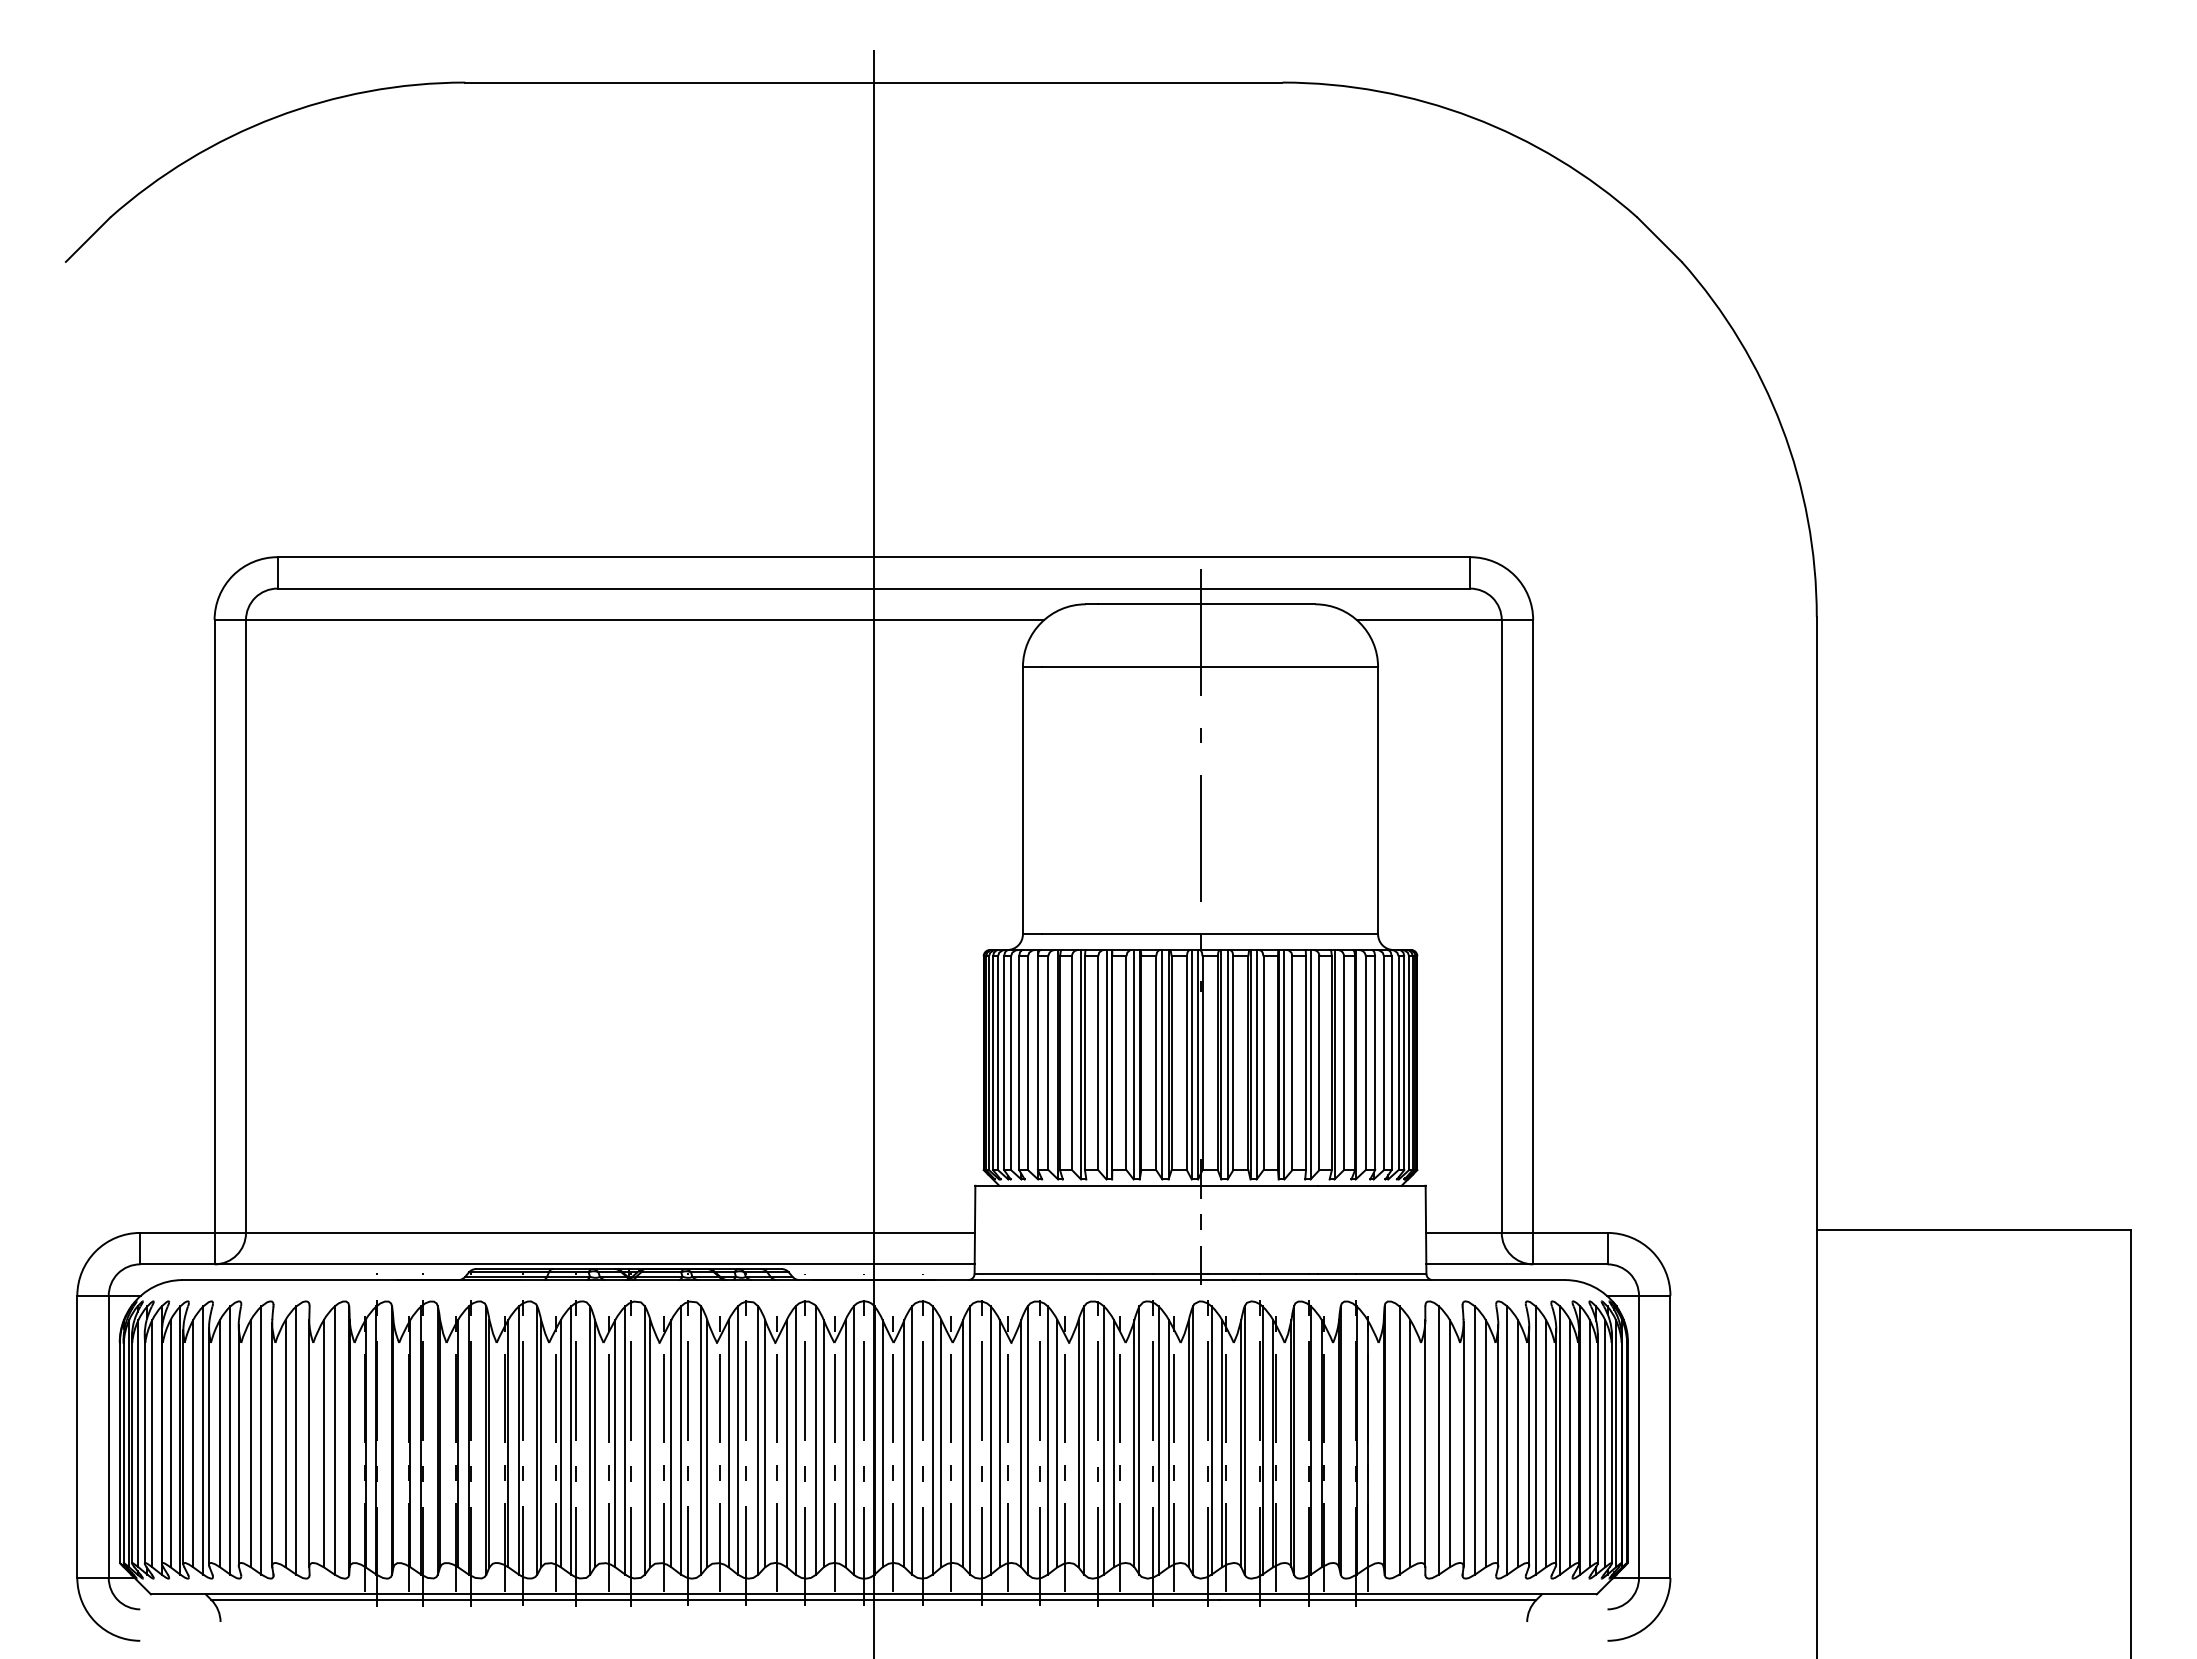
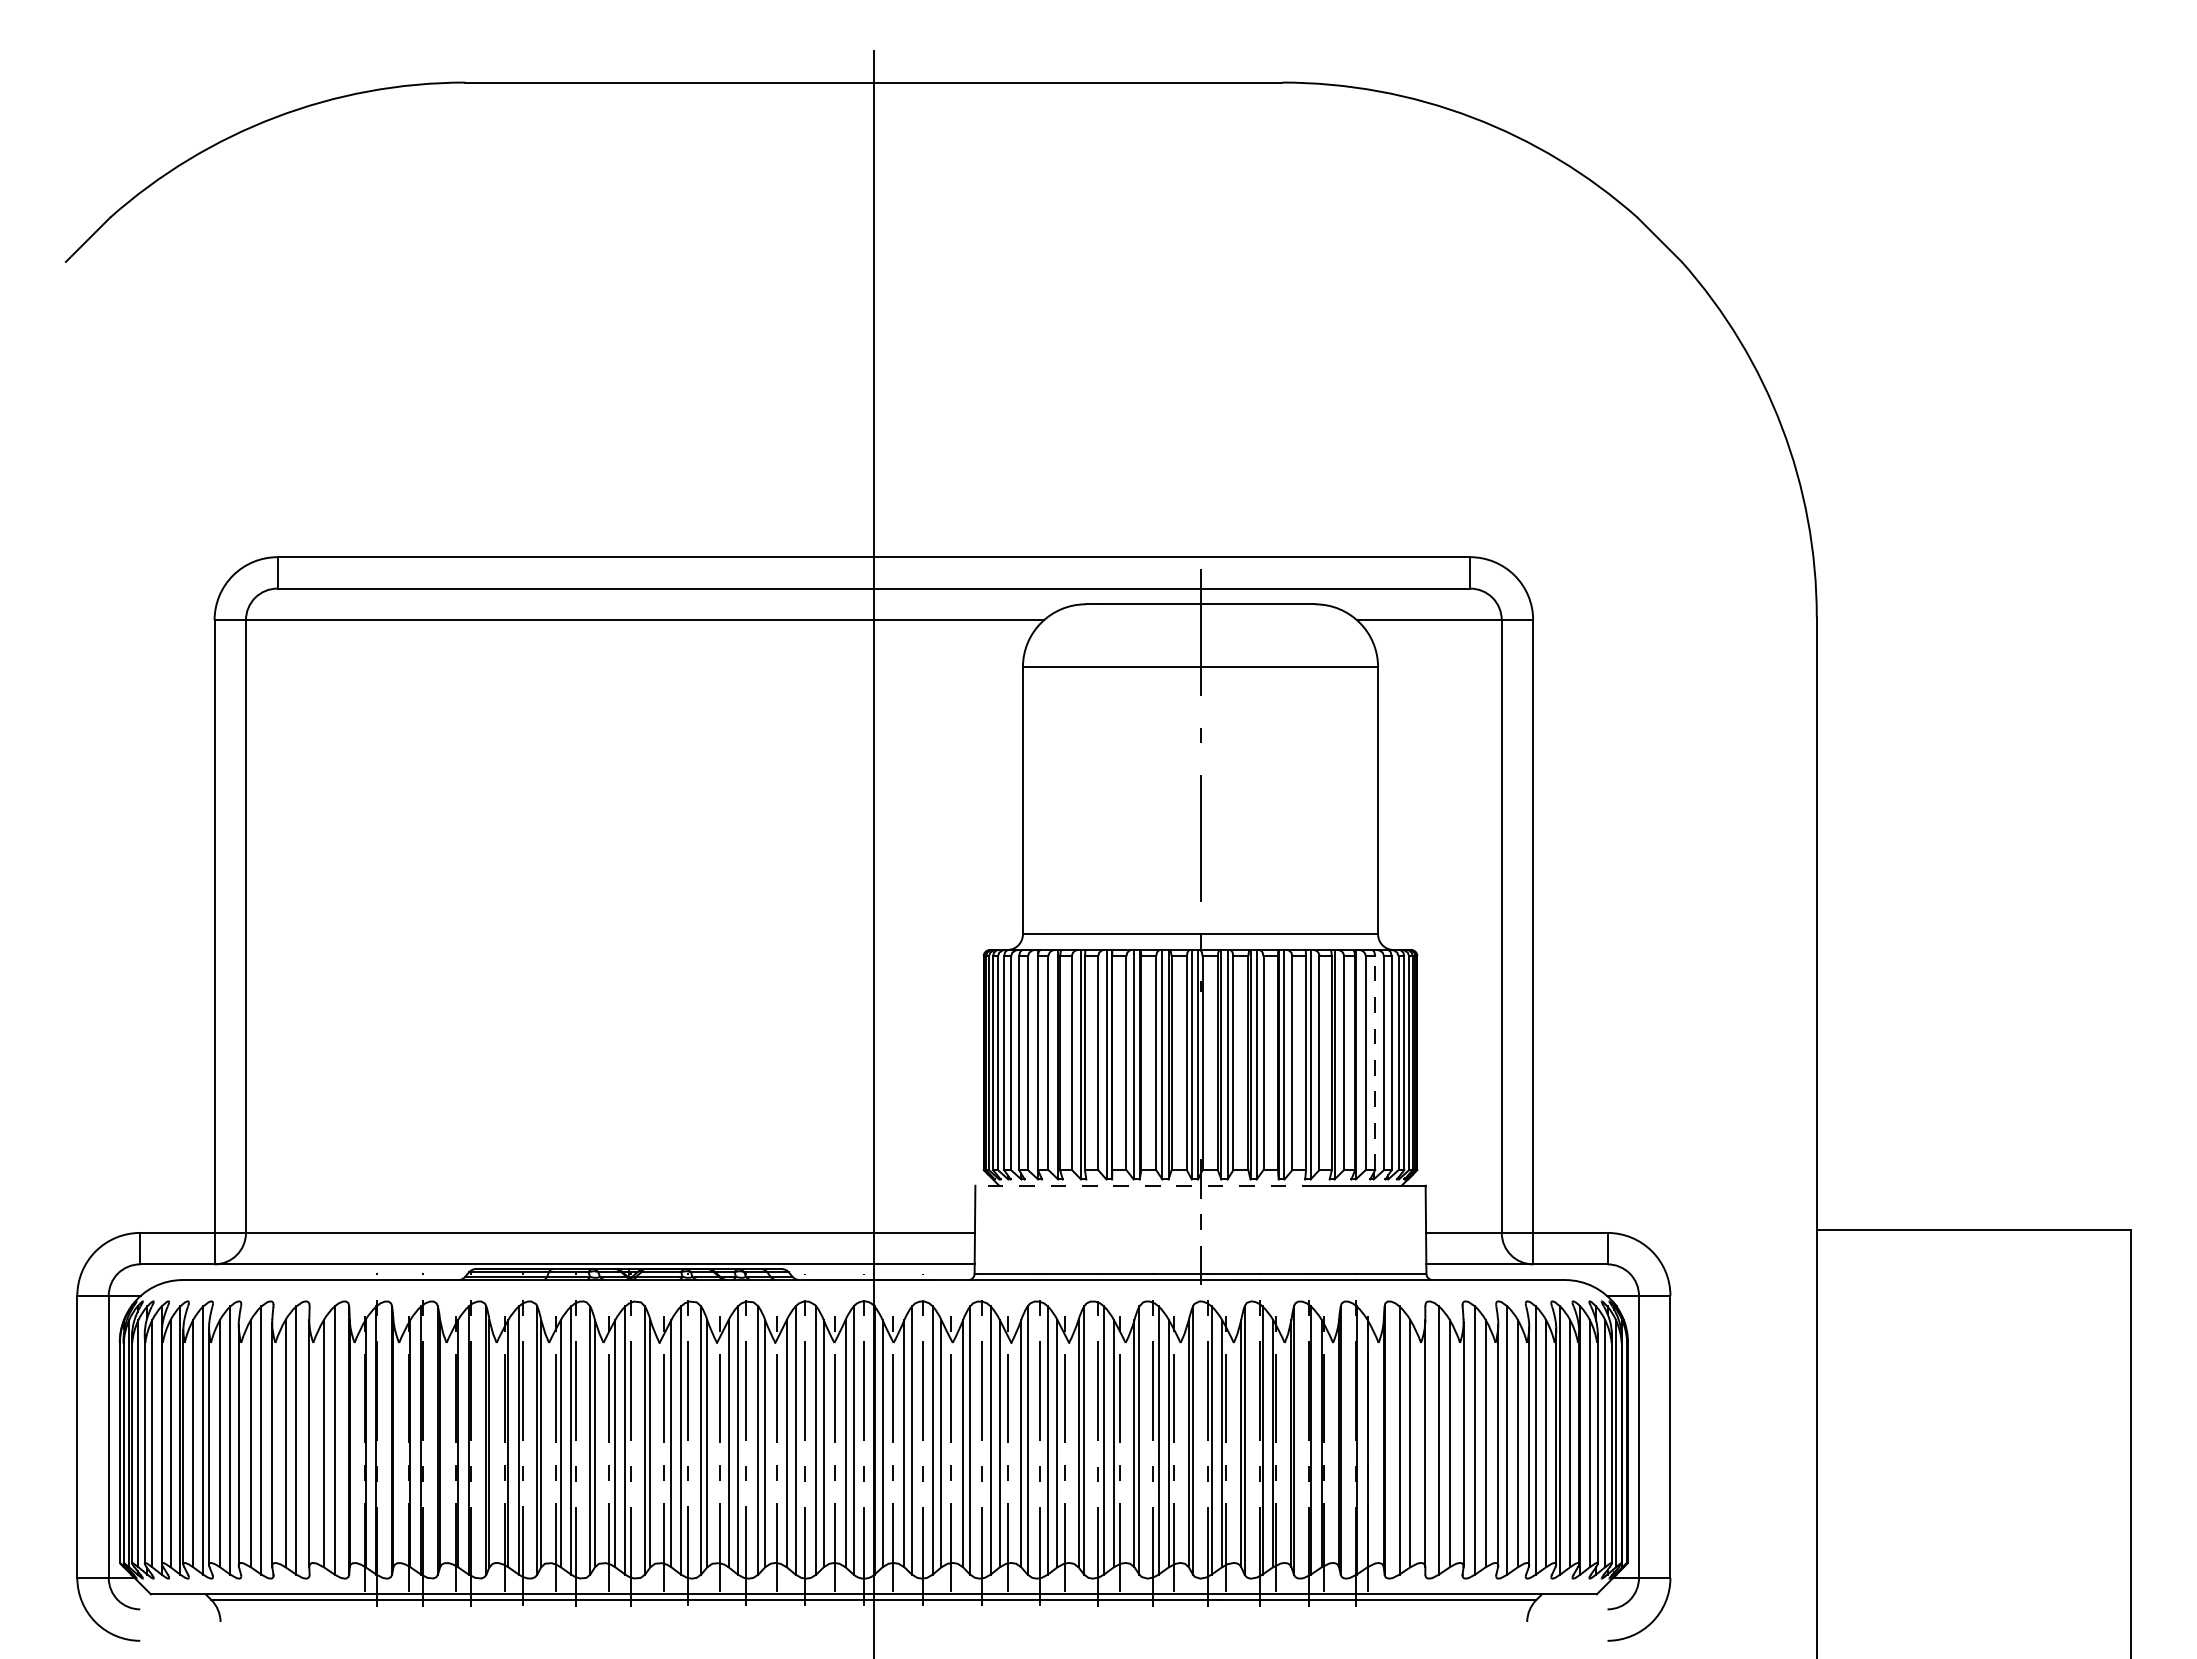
line at (1375, 1063): solid -> dashed
line at (1146, 1185): solid -> dashed
